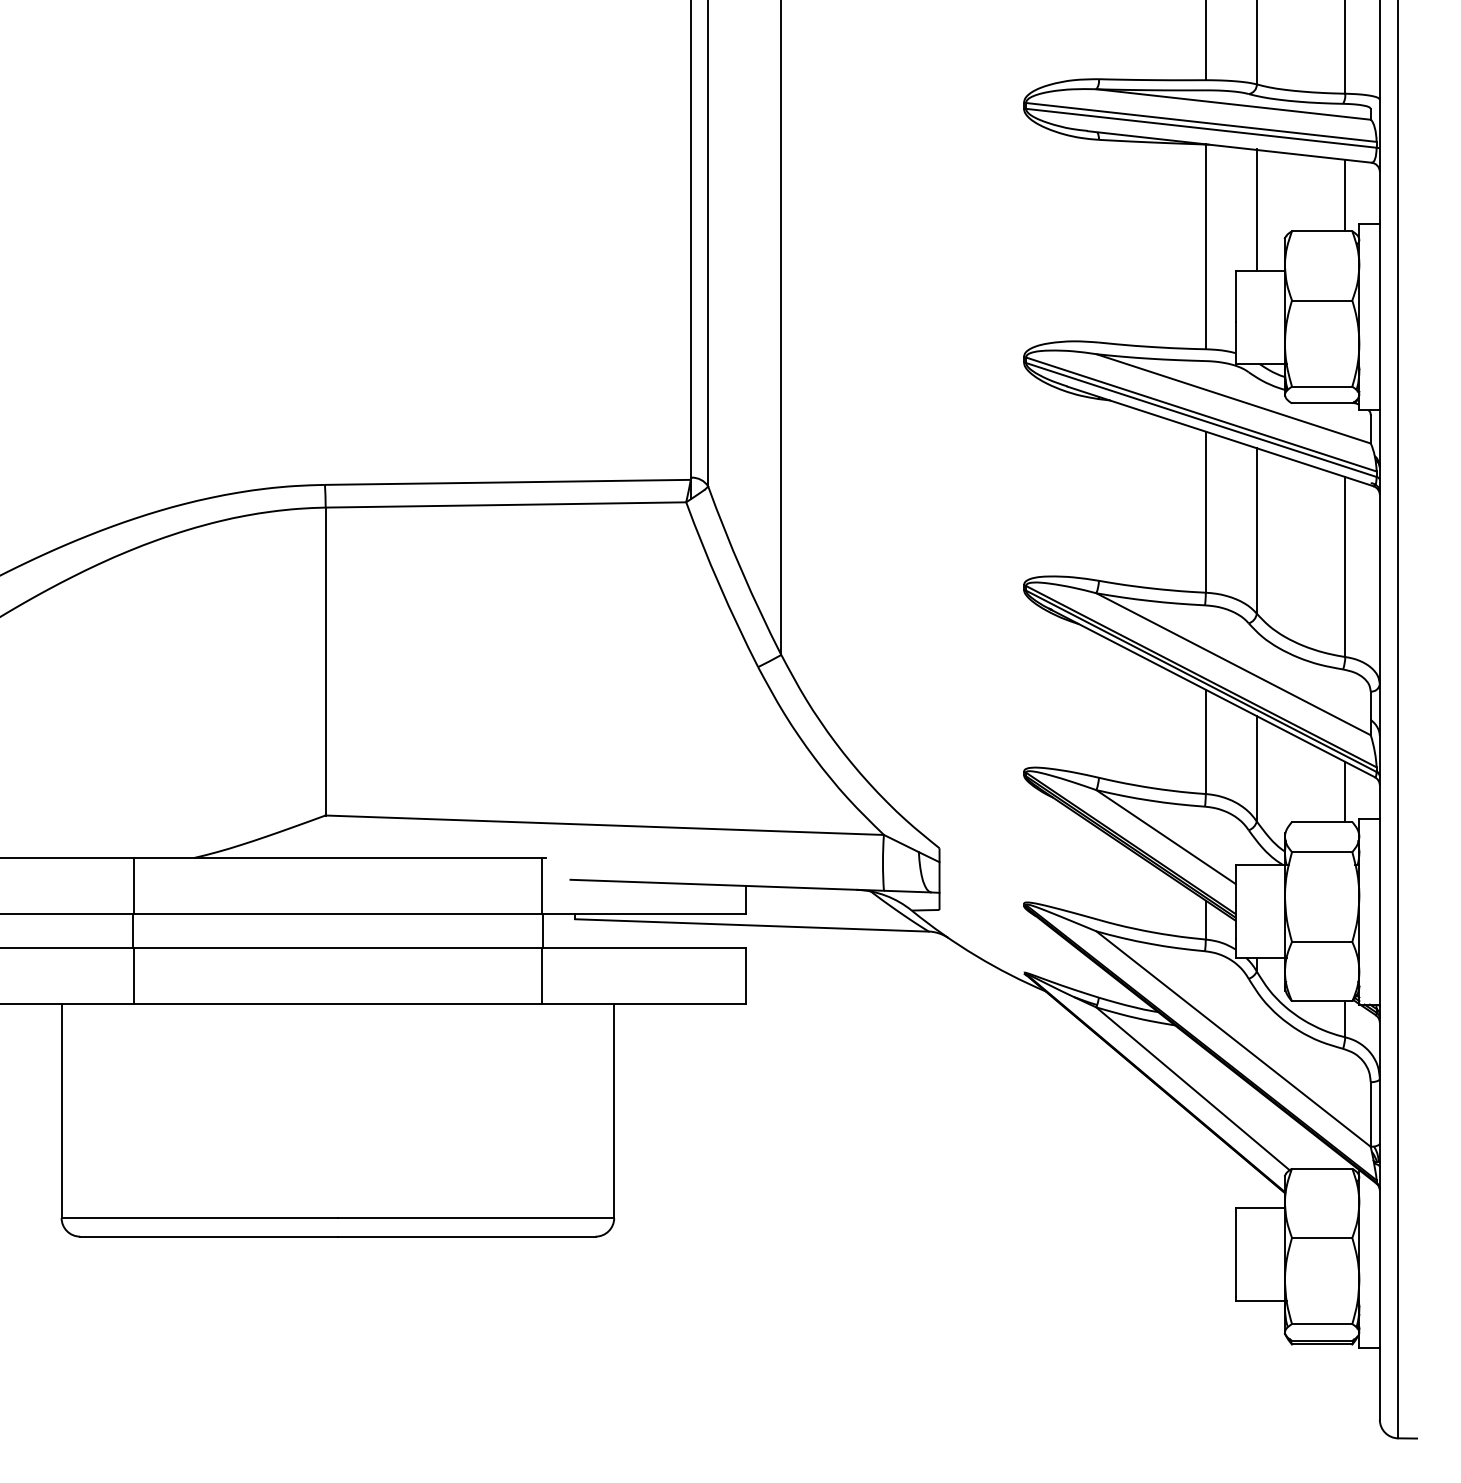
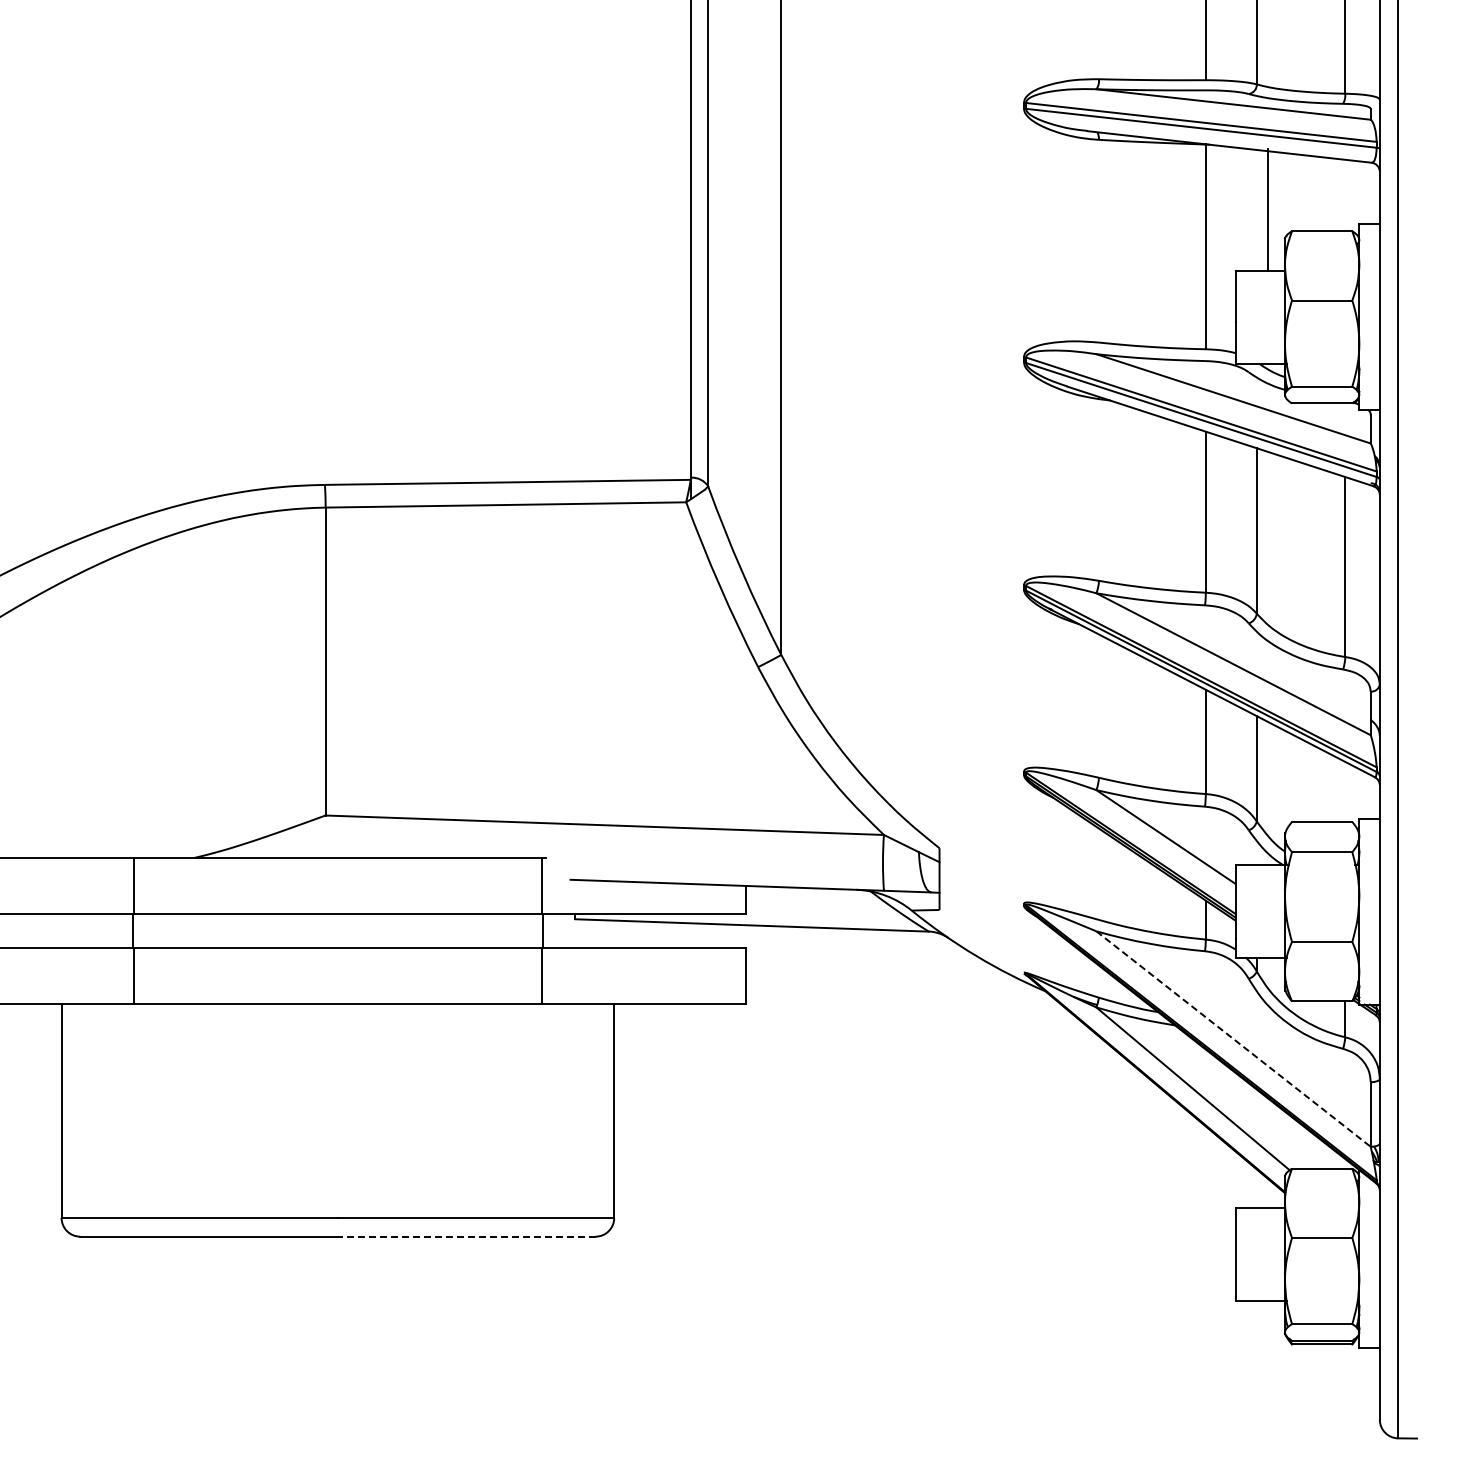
line at (1345, 195): present -> none
line at (1256, 209) position: (1256, 209) -> (1267, 209)
line at (1345, 791): present -> none
line at (1233, 1039): solid -> dashed
line at (466, 1236): solid -> dashed
